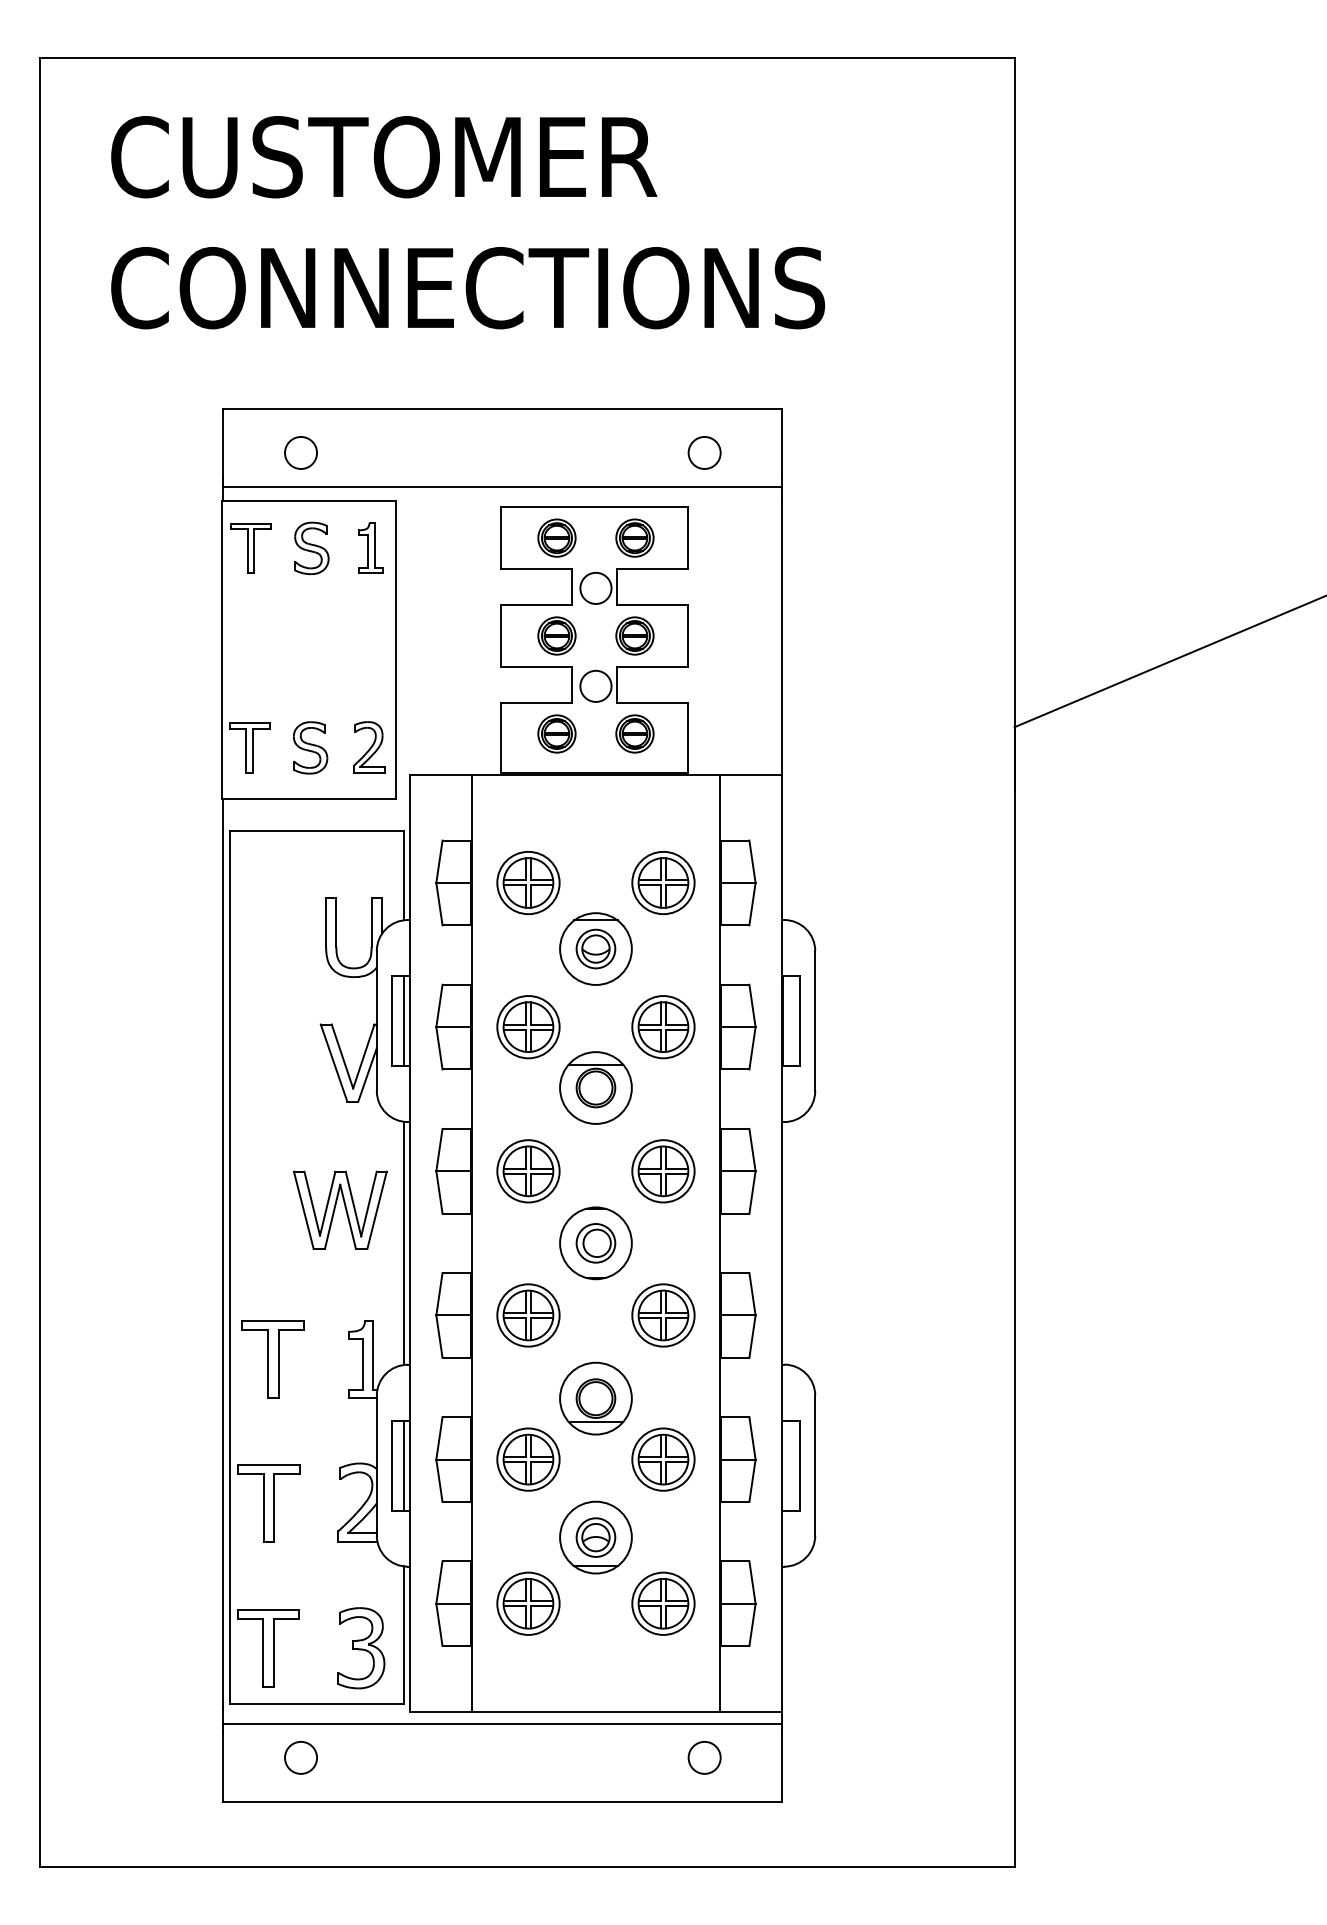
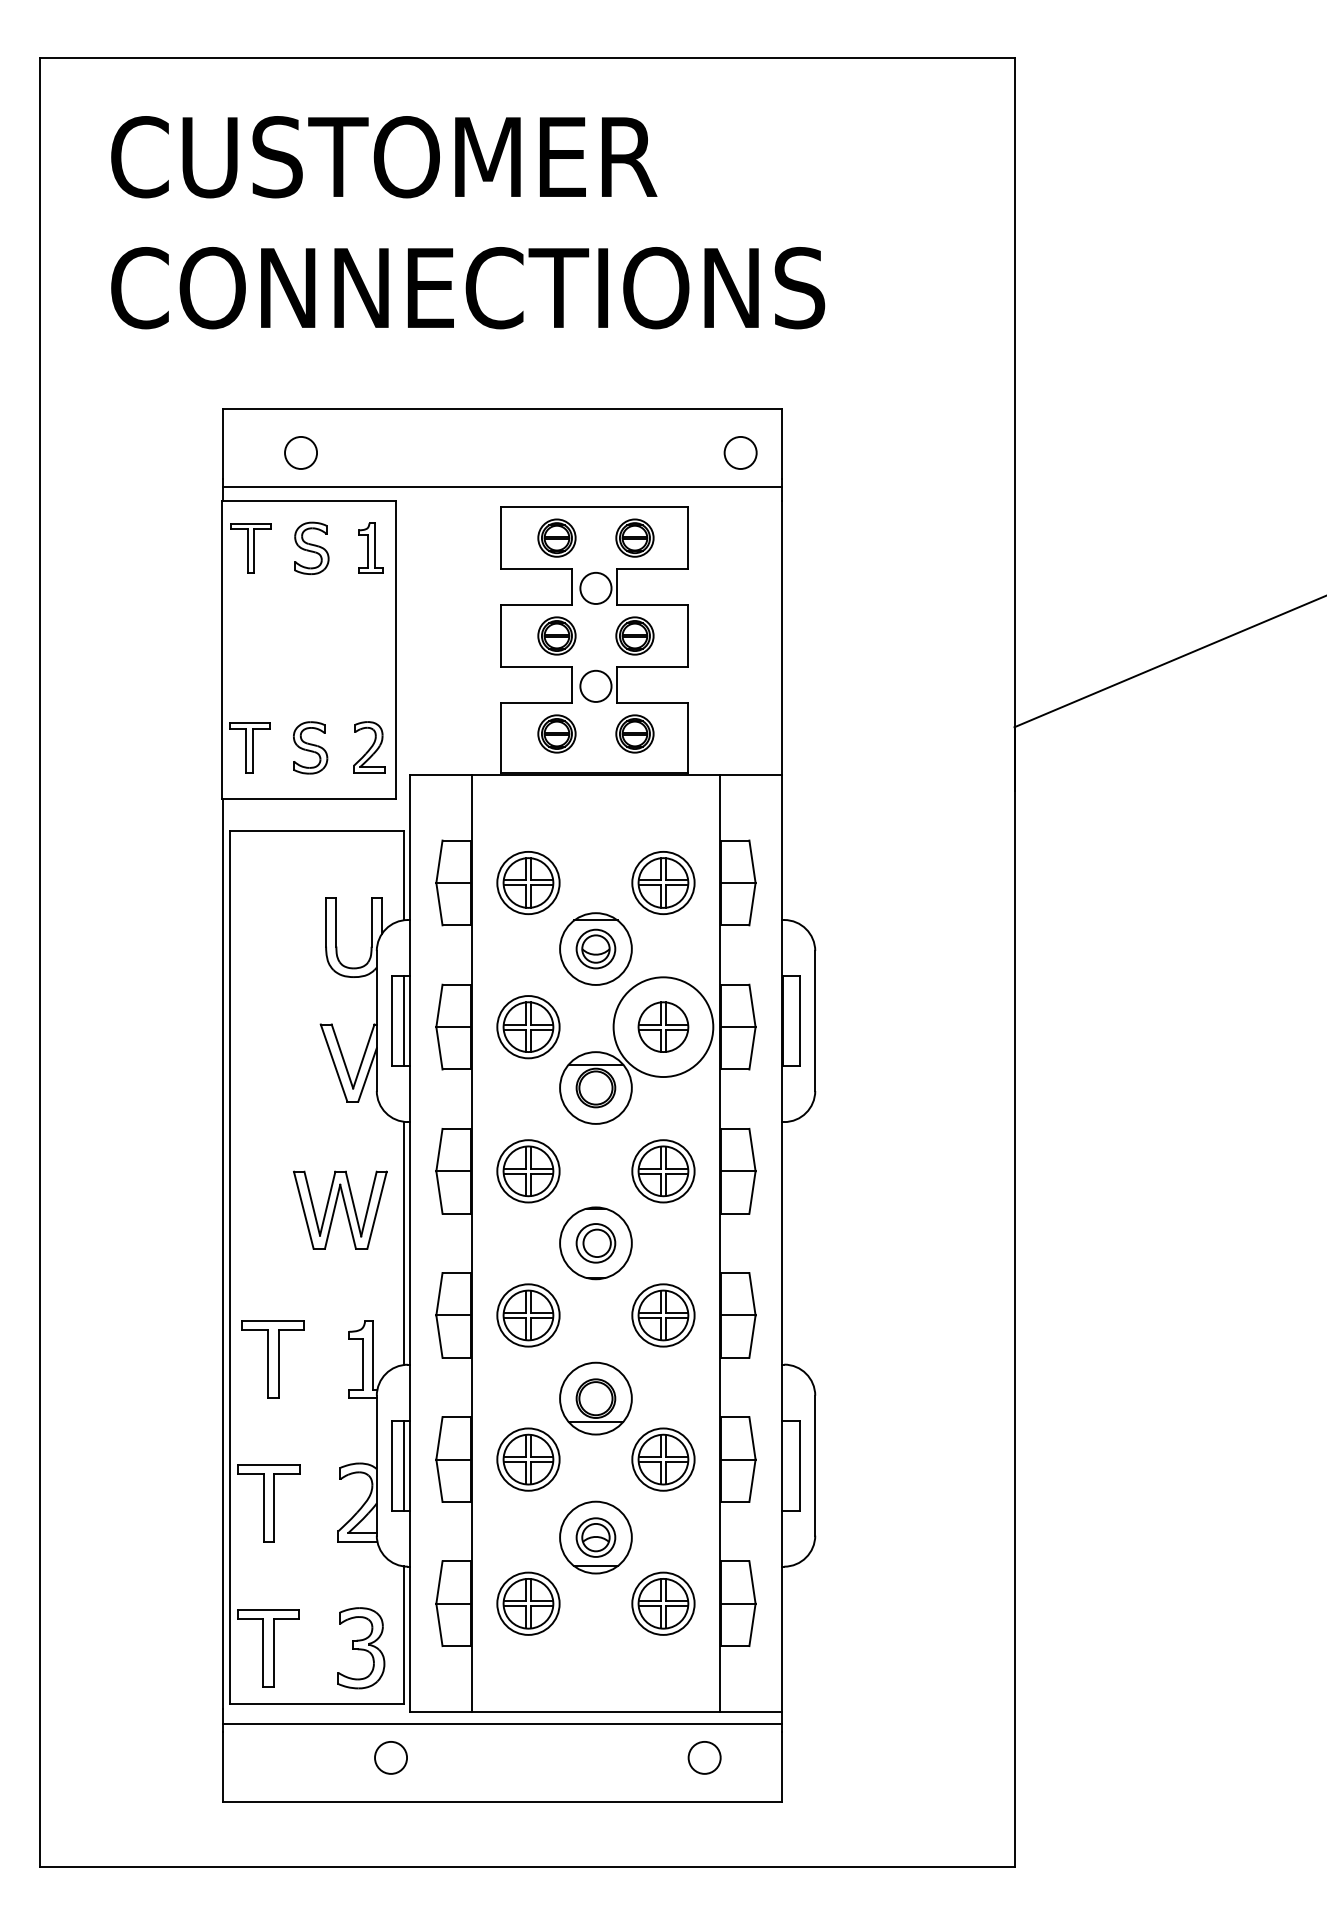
circle at (704, 452) position: (704, 452) -> (740, 452)
circle at (663, 1027) diameter: 62 px -> 100 px
circle at (300, 1757) position: (300, 1757) -> (390, 1757)
